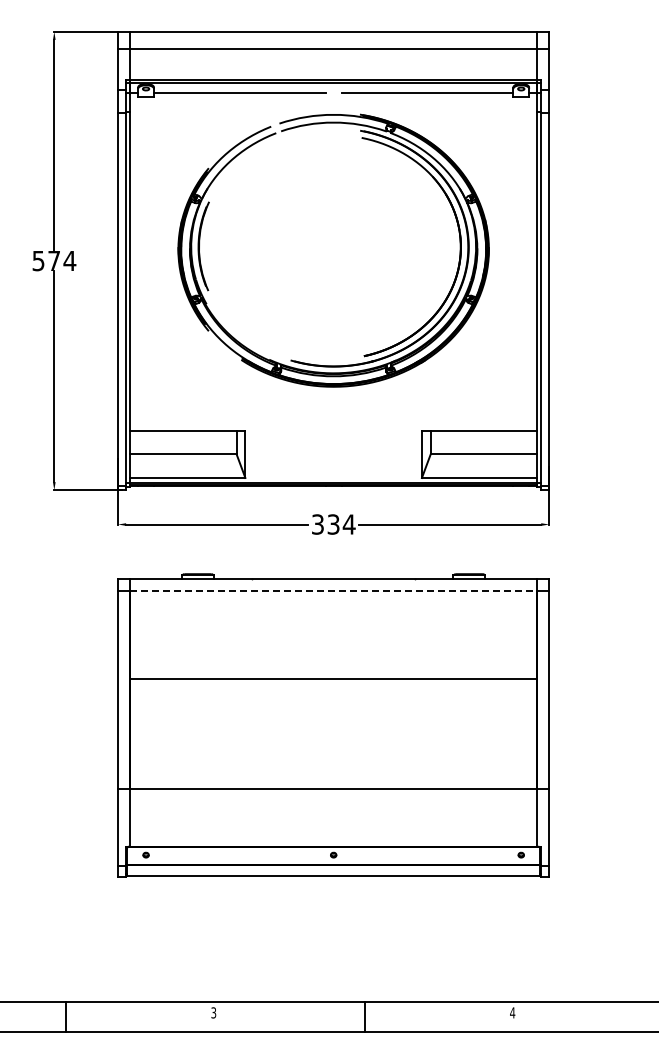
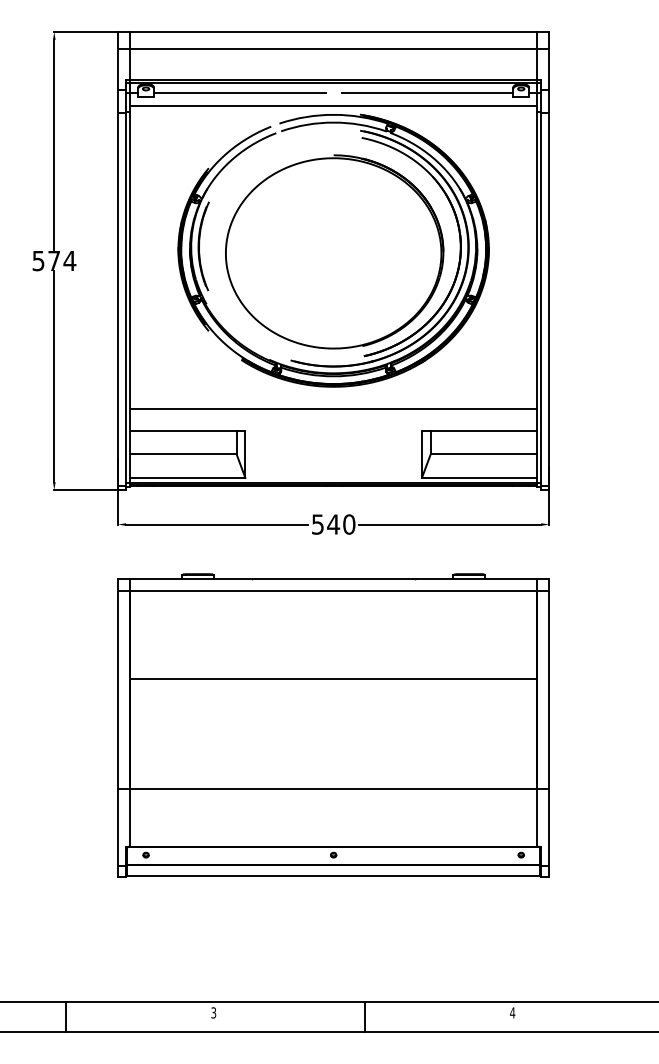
line at (333, 105): none -> present
part at (334, 251): none -> present
line at (333, 408): none -> present
text at (333, 524): 334 -> 540
line at (333, 590): dashed -> solid
